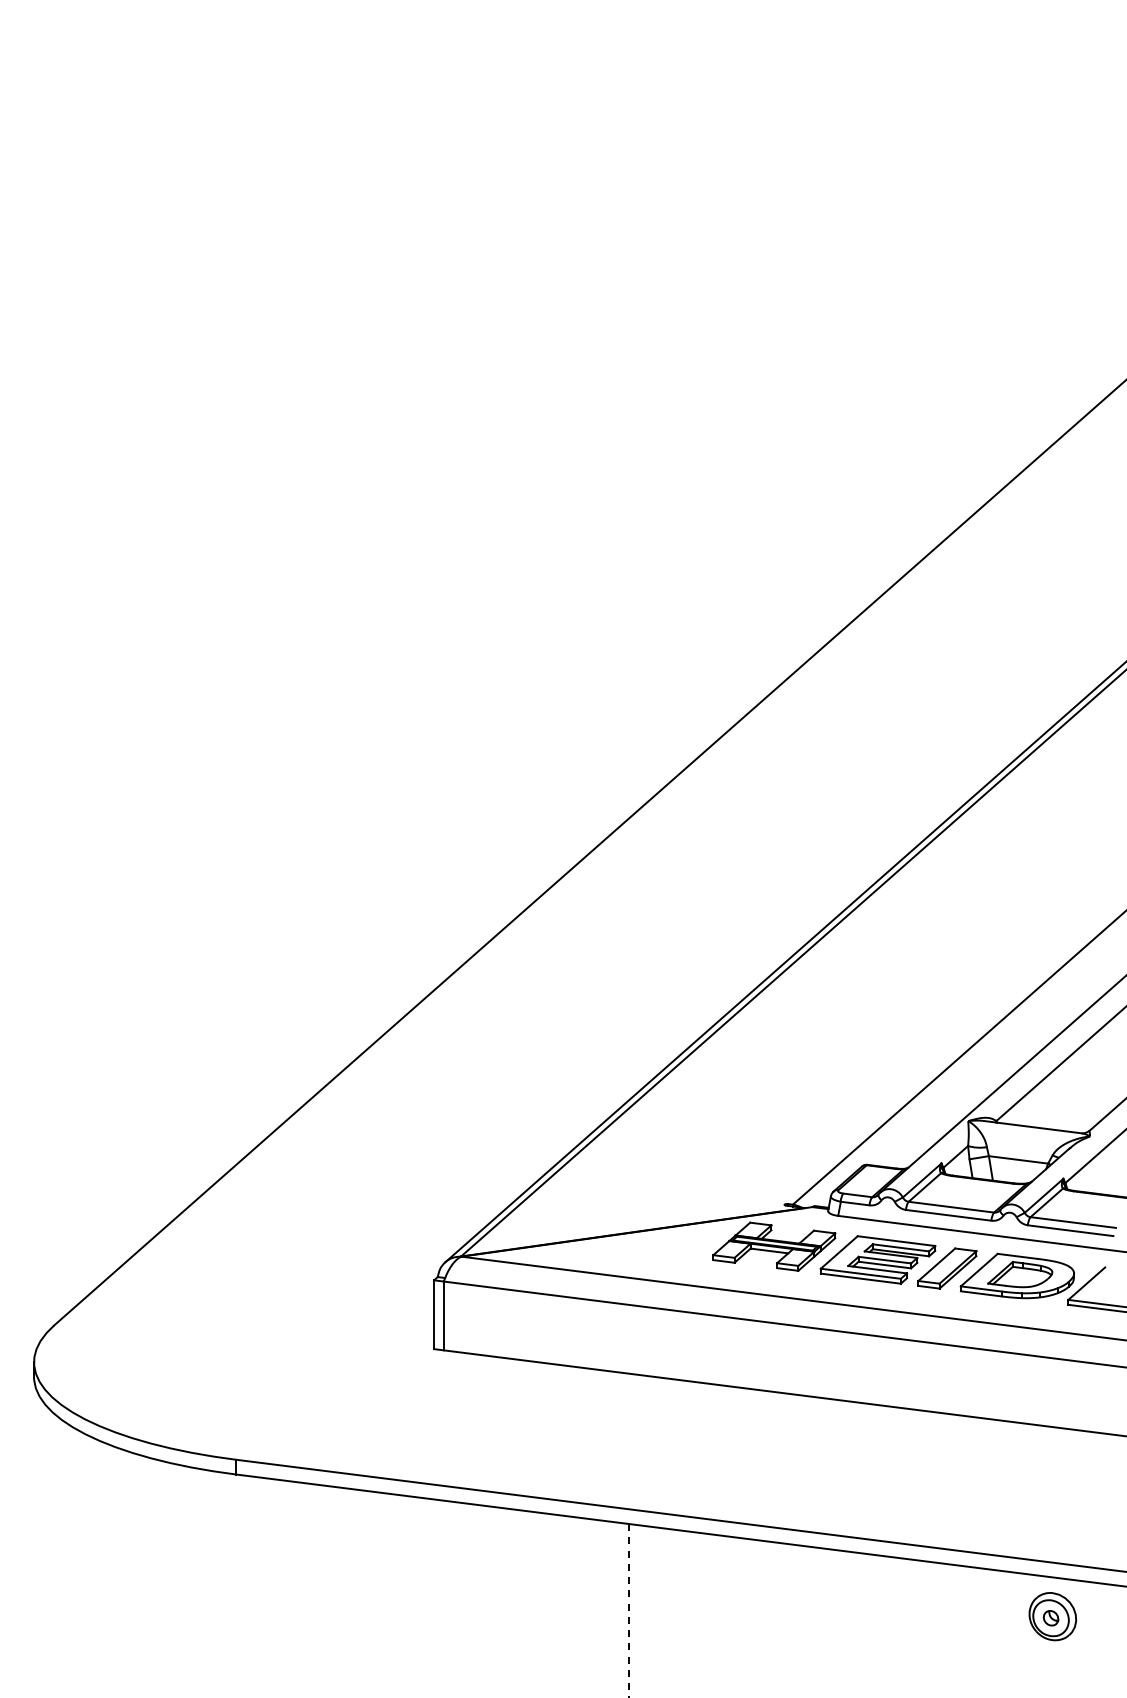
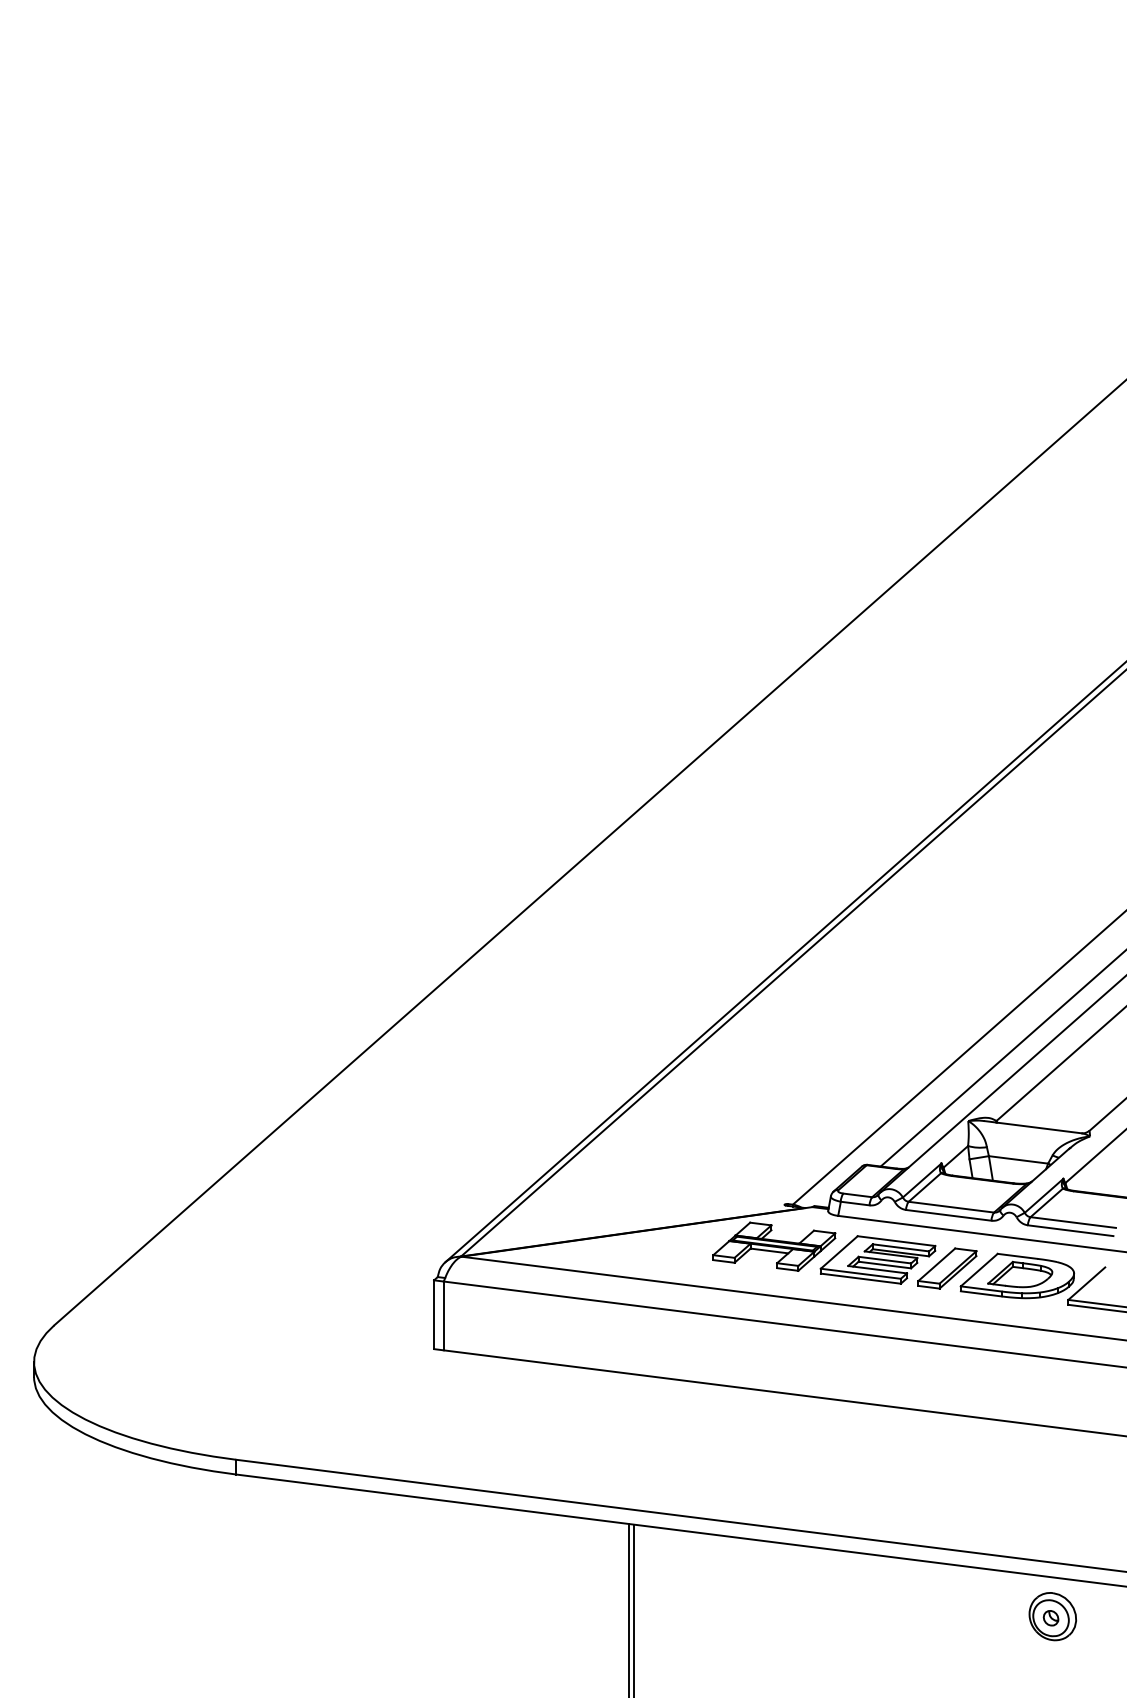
line at (1001, 1059): none -> present
line at (633, 1609): none -> present
line at (628, 1610): dashed -> solid
